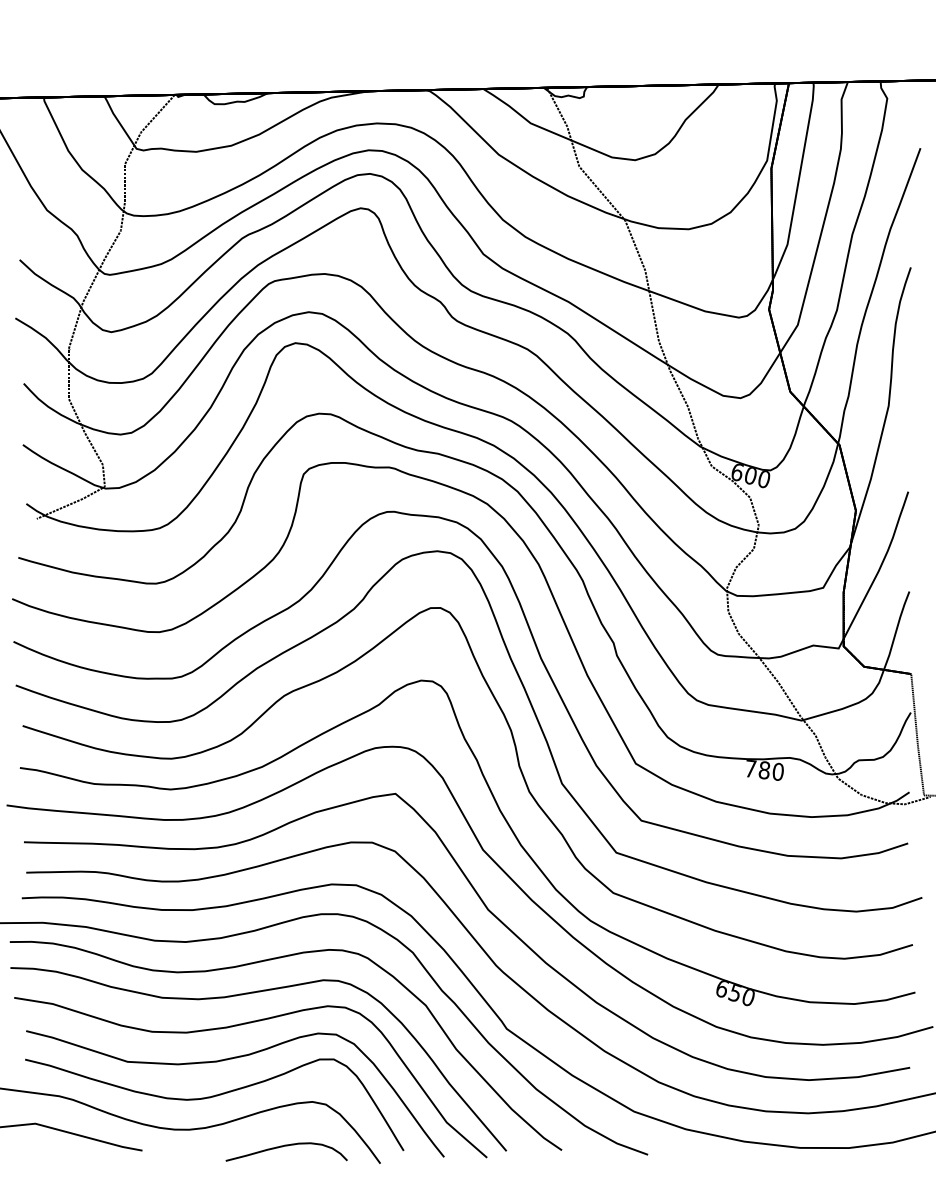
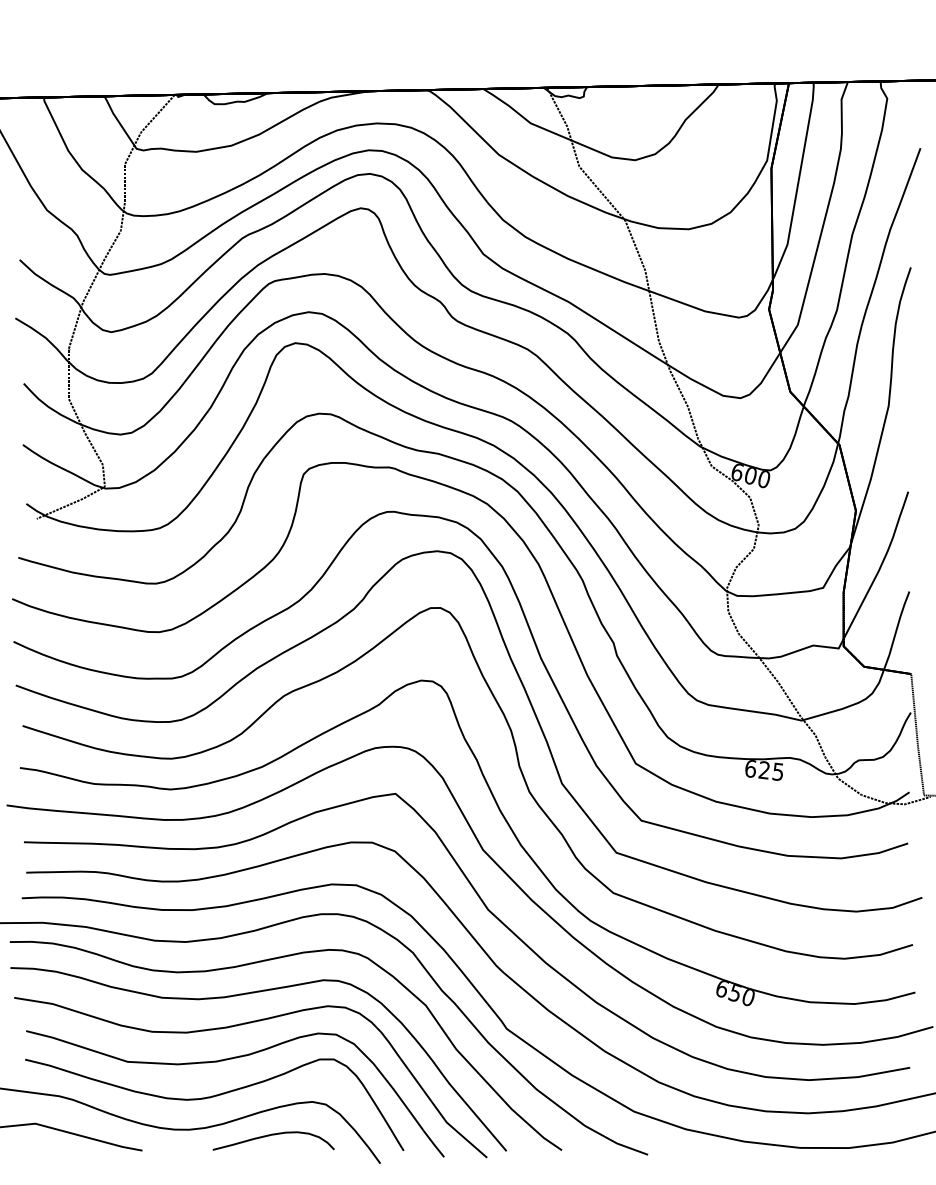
text at (764, 770): 780 -> 625
curve at (286, 1146) position: (286, 1146) -> (273, 1135)
